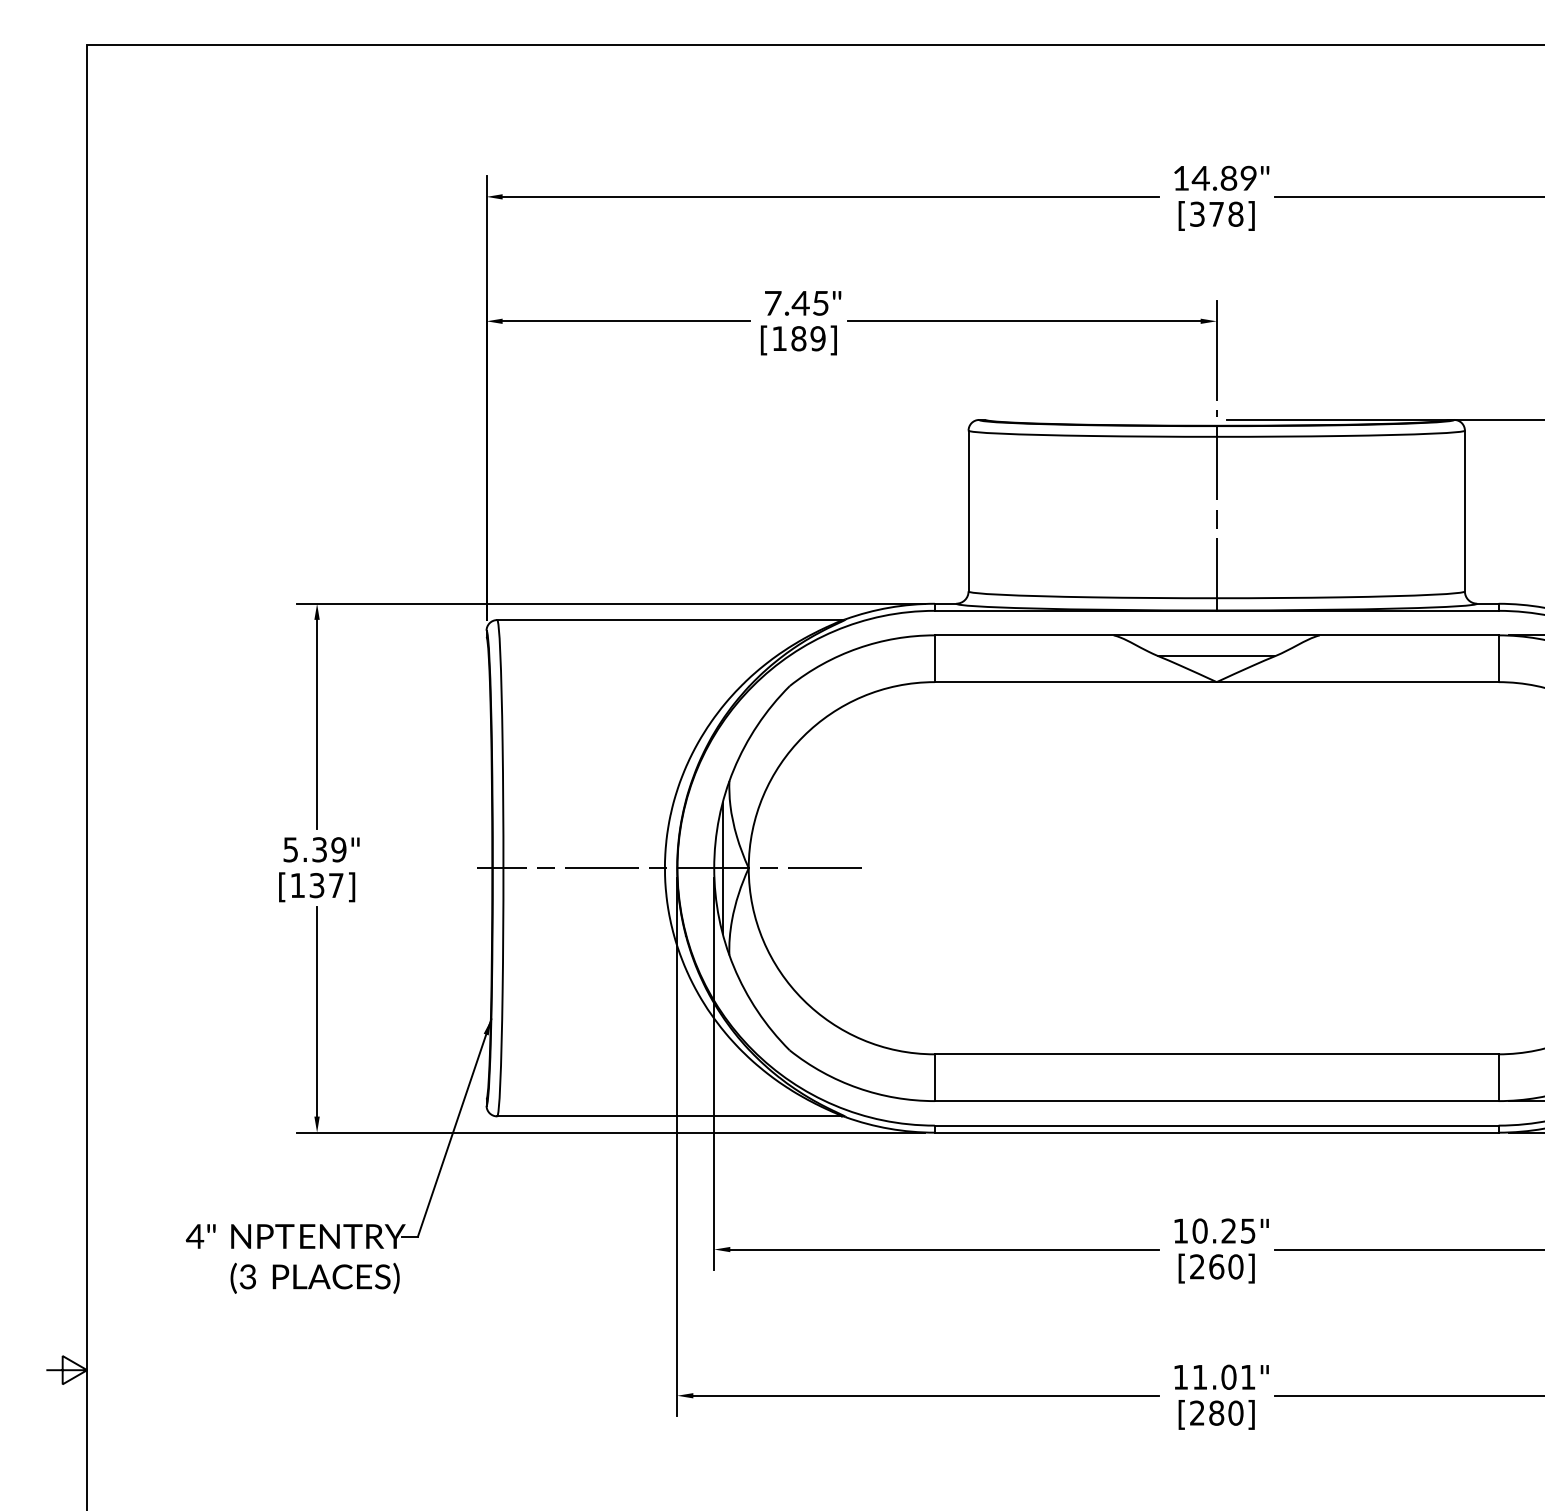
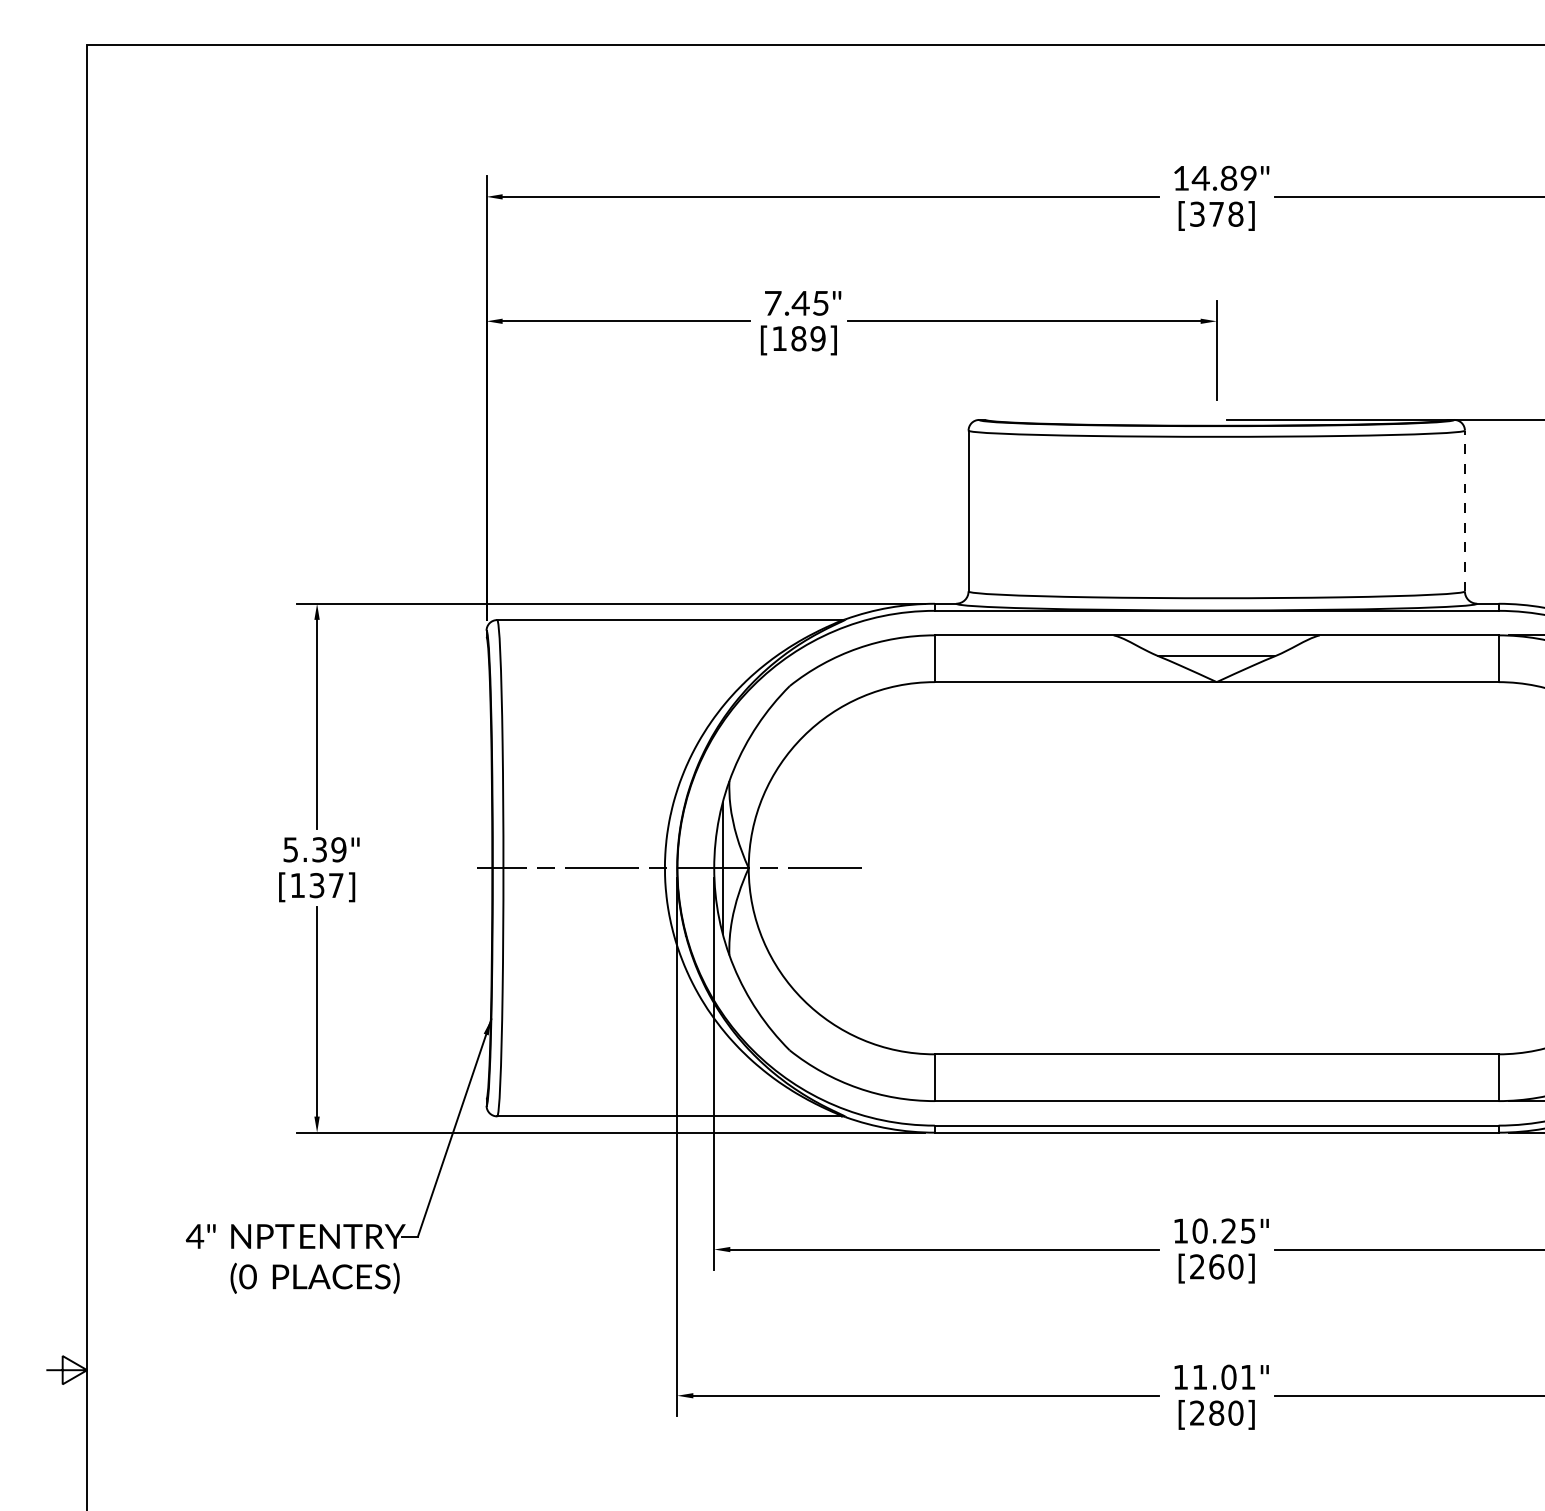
line at (1216, 510): present -> none
line at (1464, 510): solid -> dashed
text at (247, 1276): (3 -> (0
